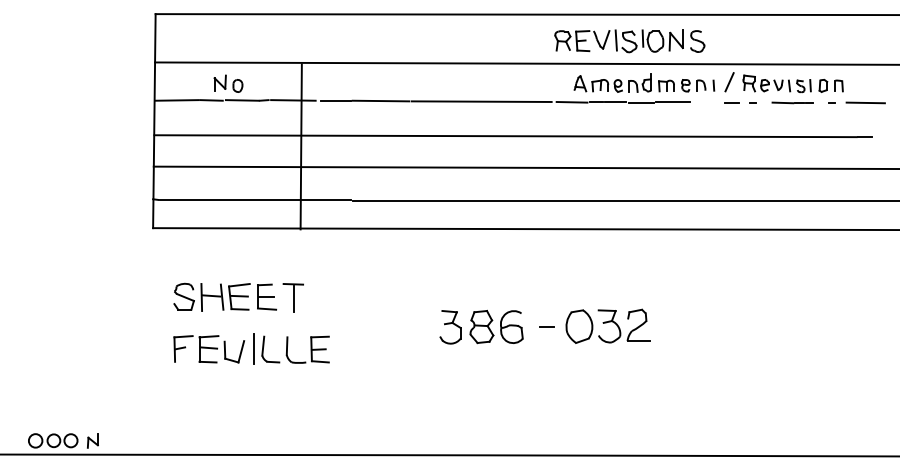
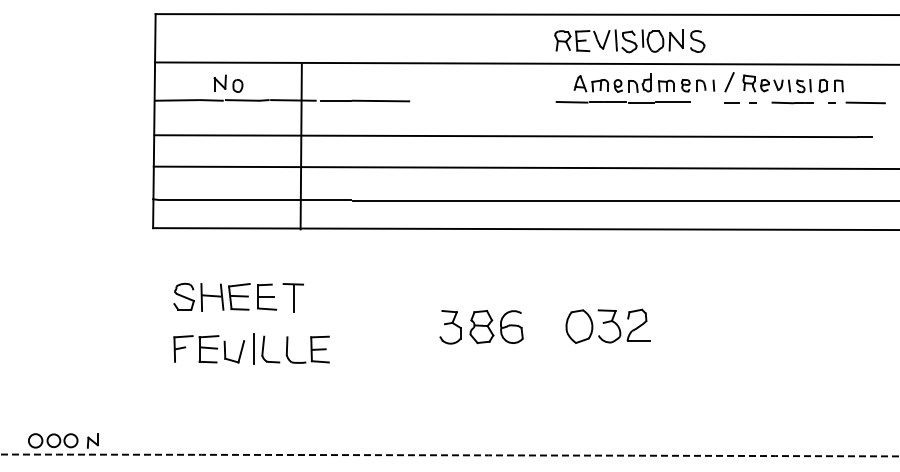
line at (481, 101): present -> none
line at (546, 326): present -> none
arc at (450, 455): solid -> dashed
